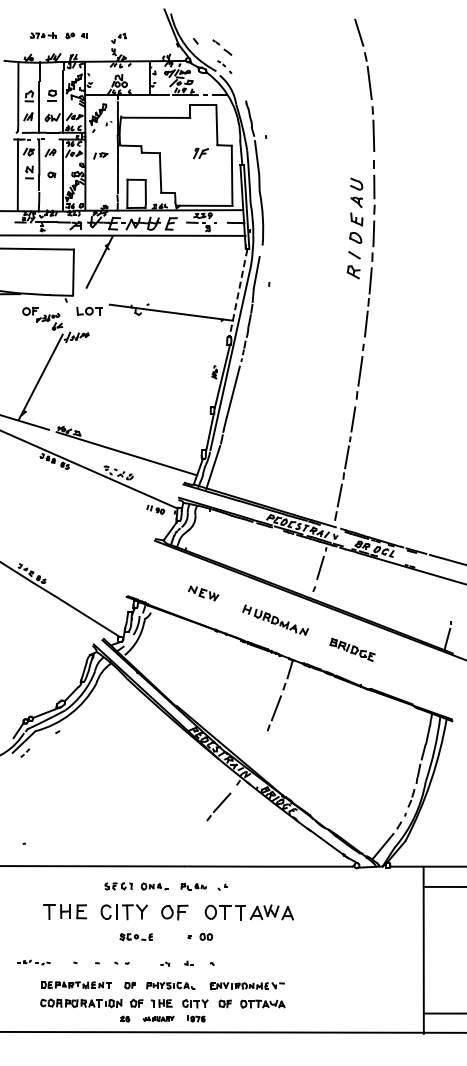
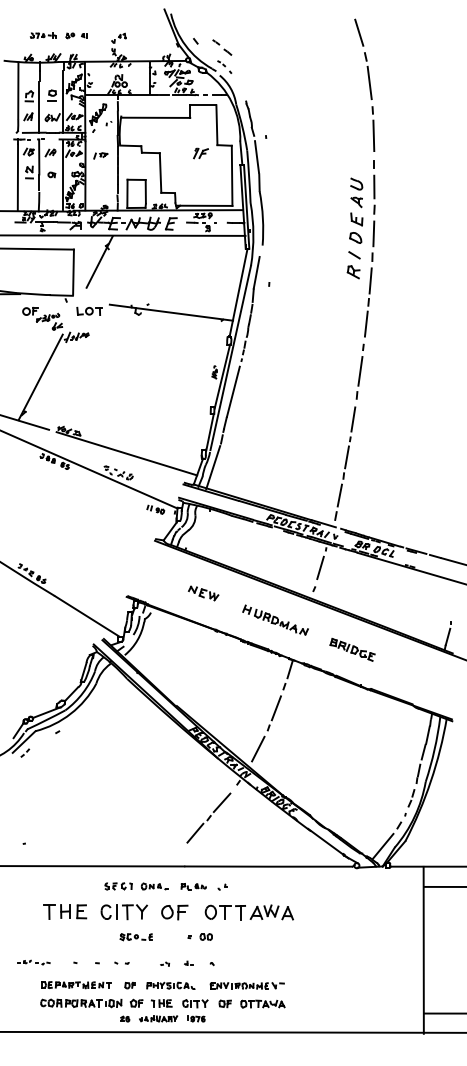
line at (238, 293): dashed -> solid
line at (258, 748): none -> present
line at (195, 832): none -> present
part at (158, 1018) size: 33x7 px -> 40x8 px
